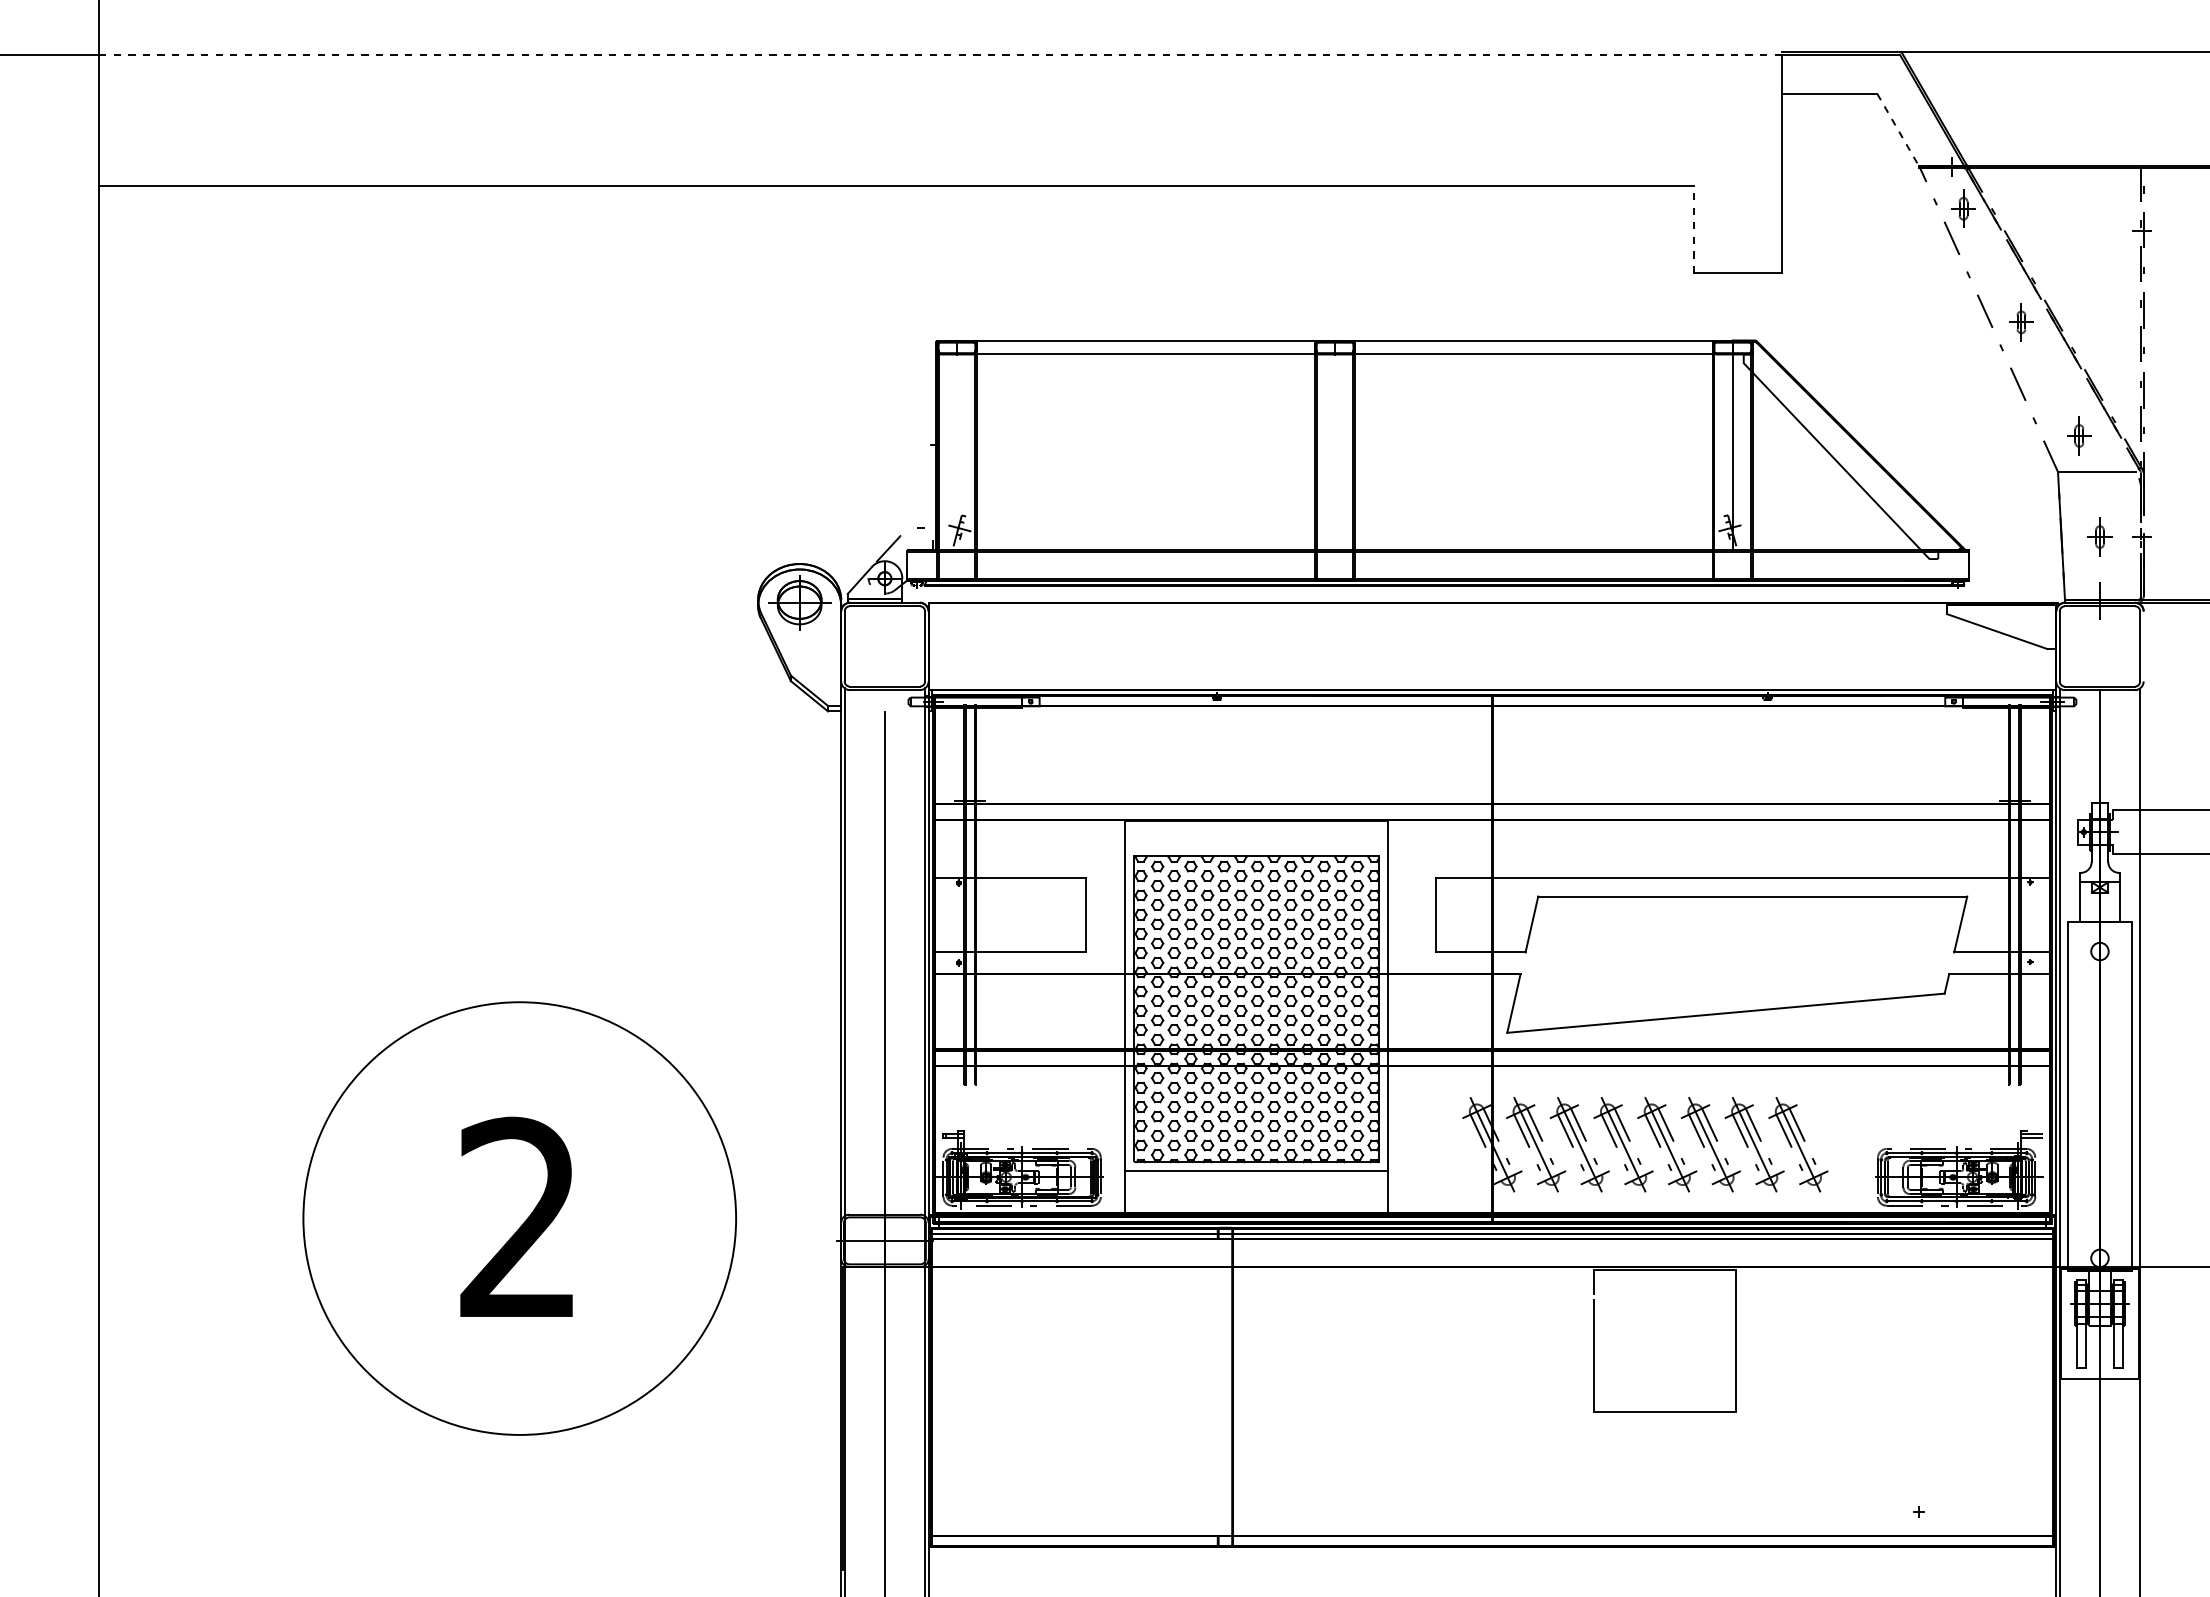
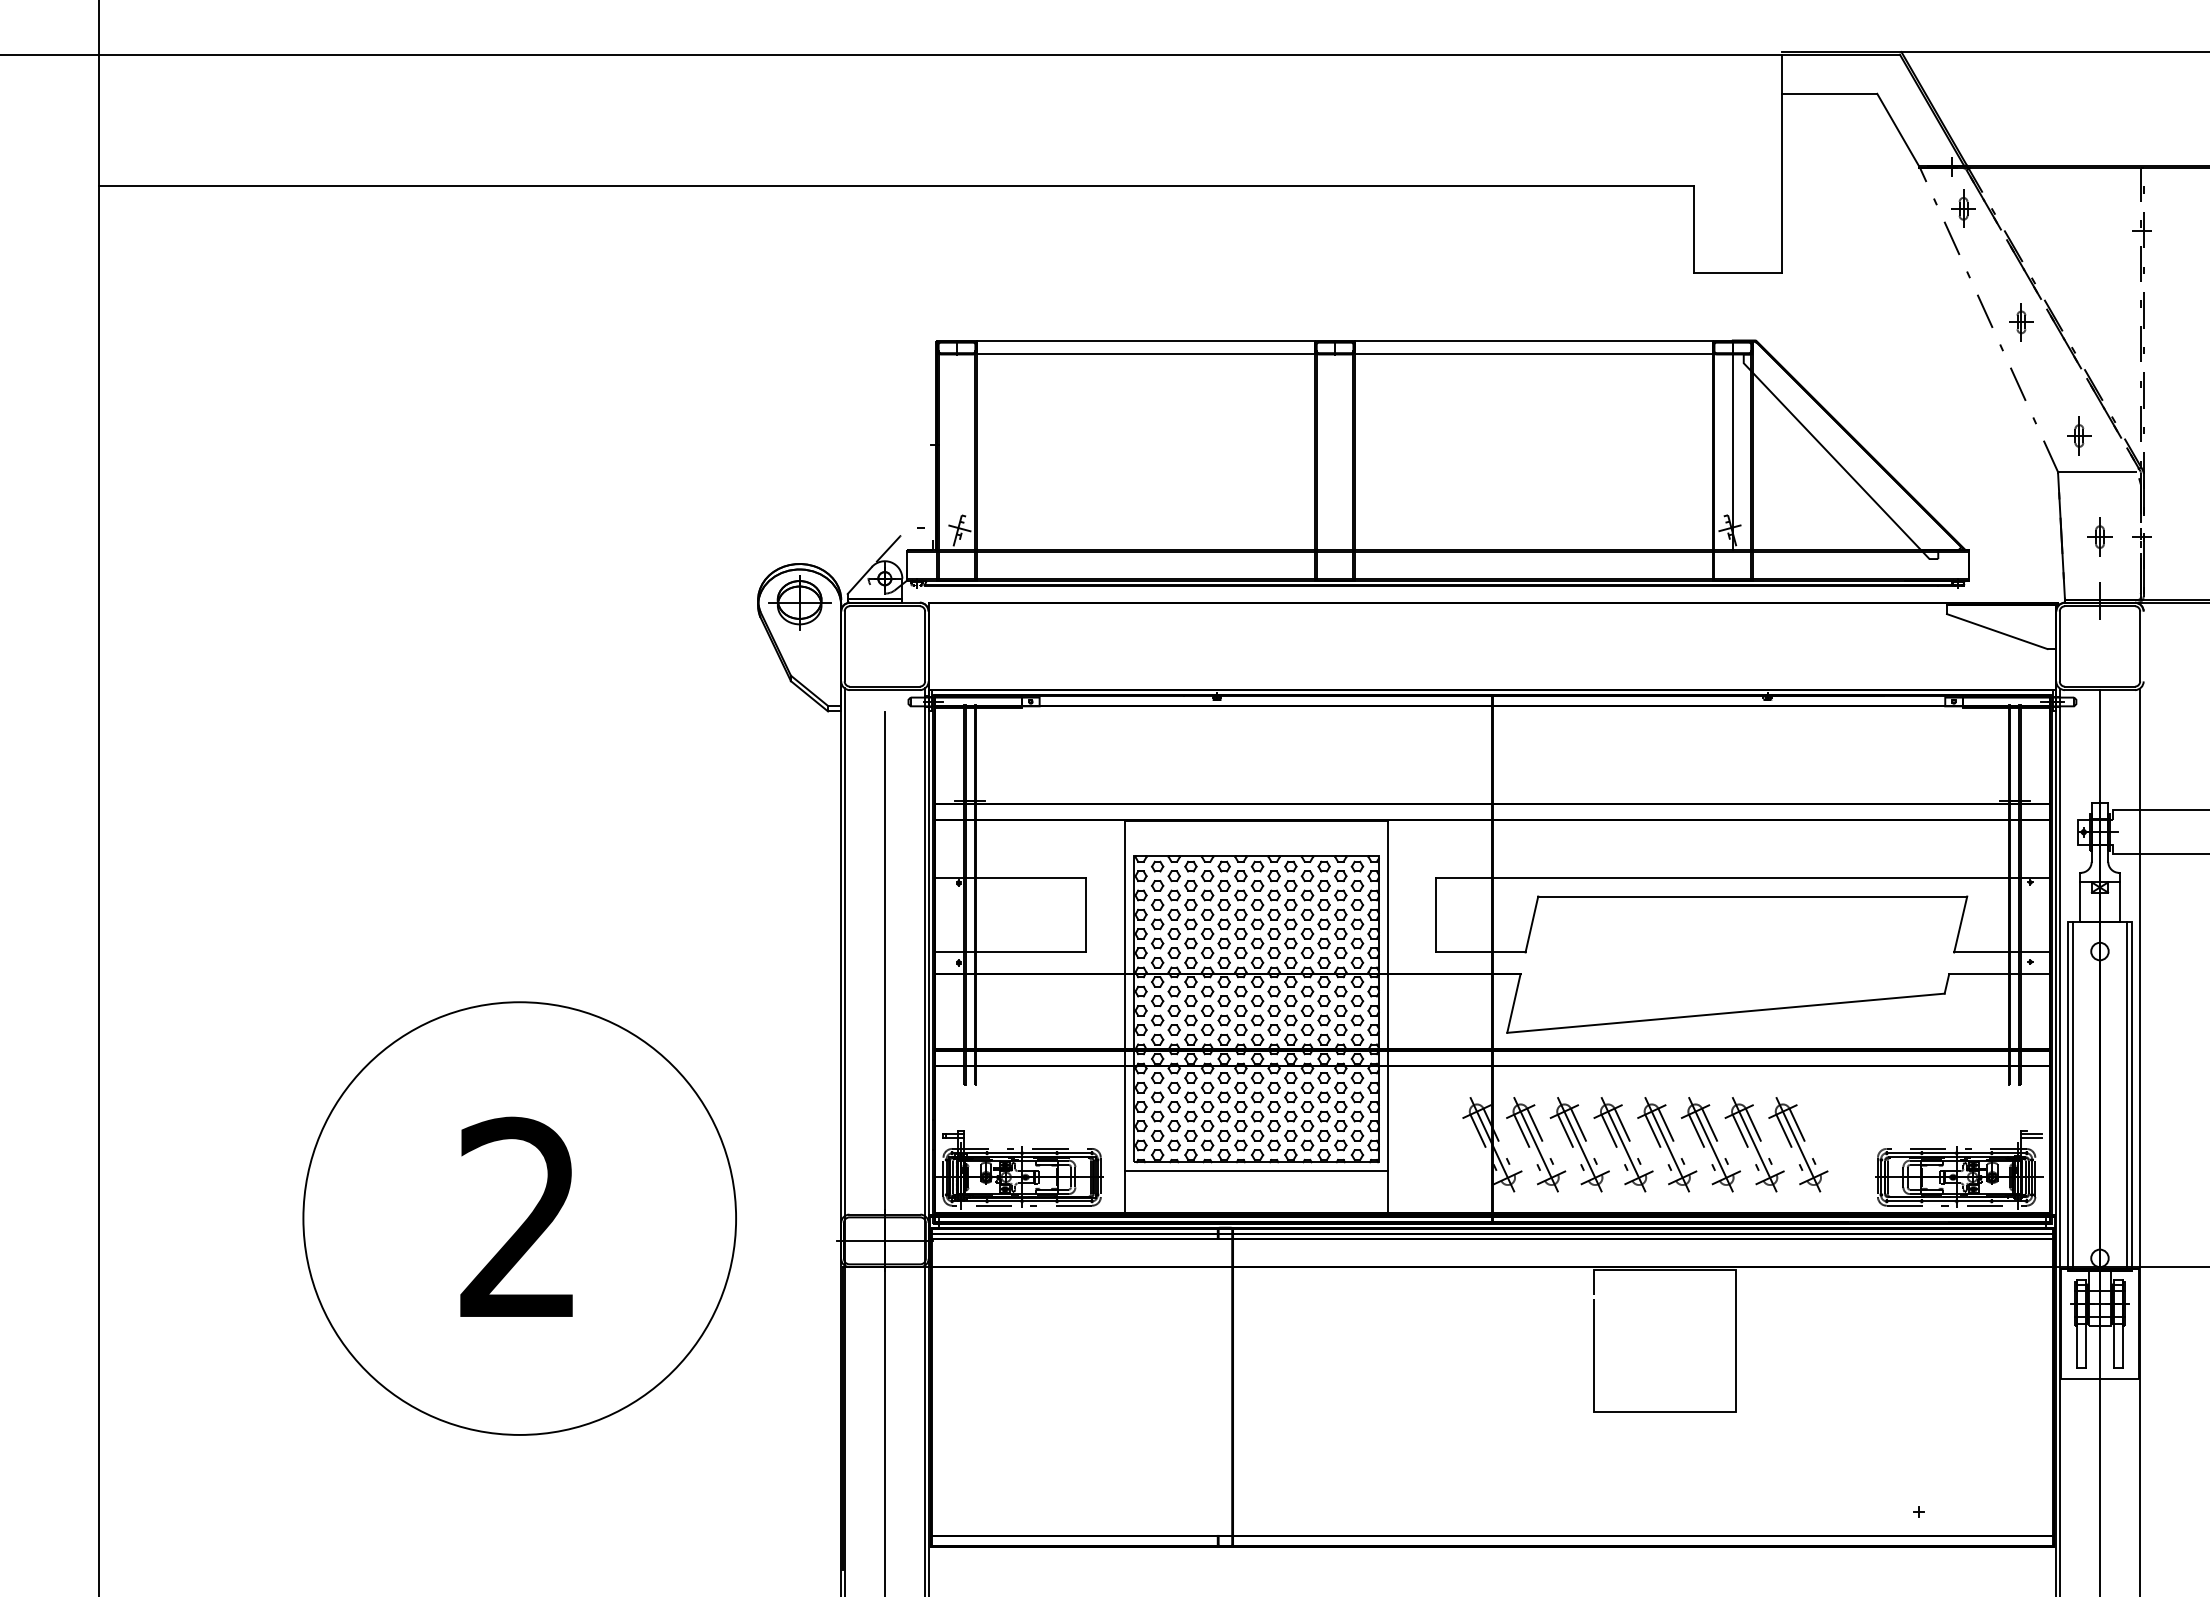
line at (940, 54): dashed -> solid
line at (1898, 130): dashed -> solid
line at (1694, 229): dashed -> solid
line at (2072, 1096): none -> present
line at (2127, 1096): none -> present
